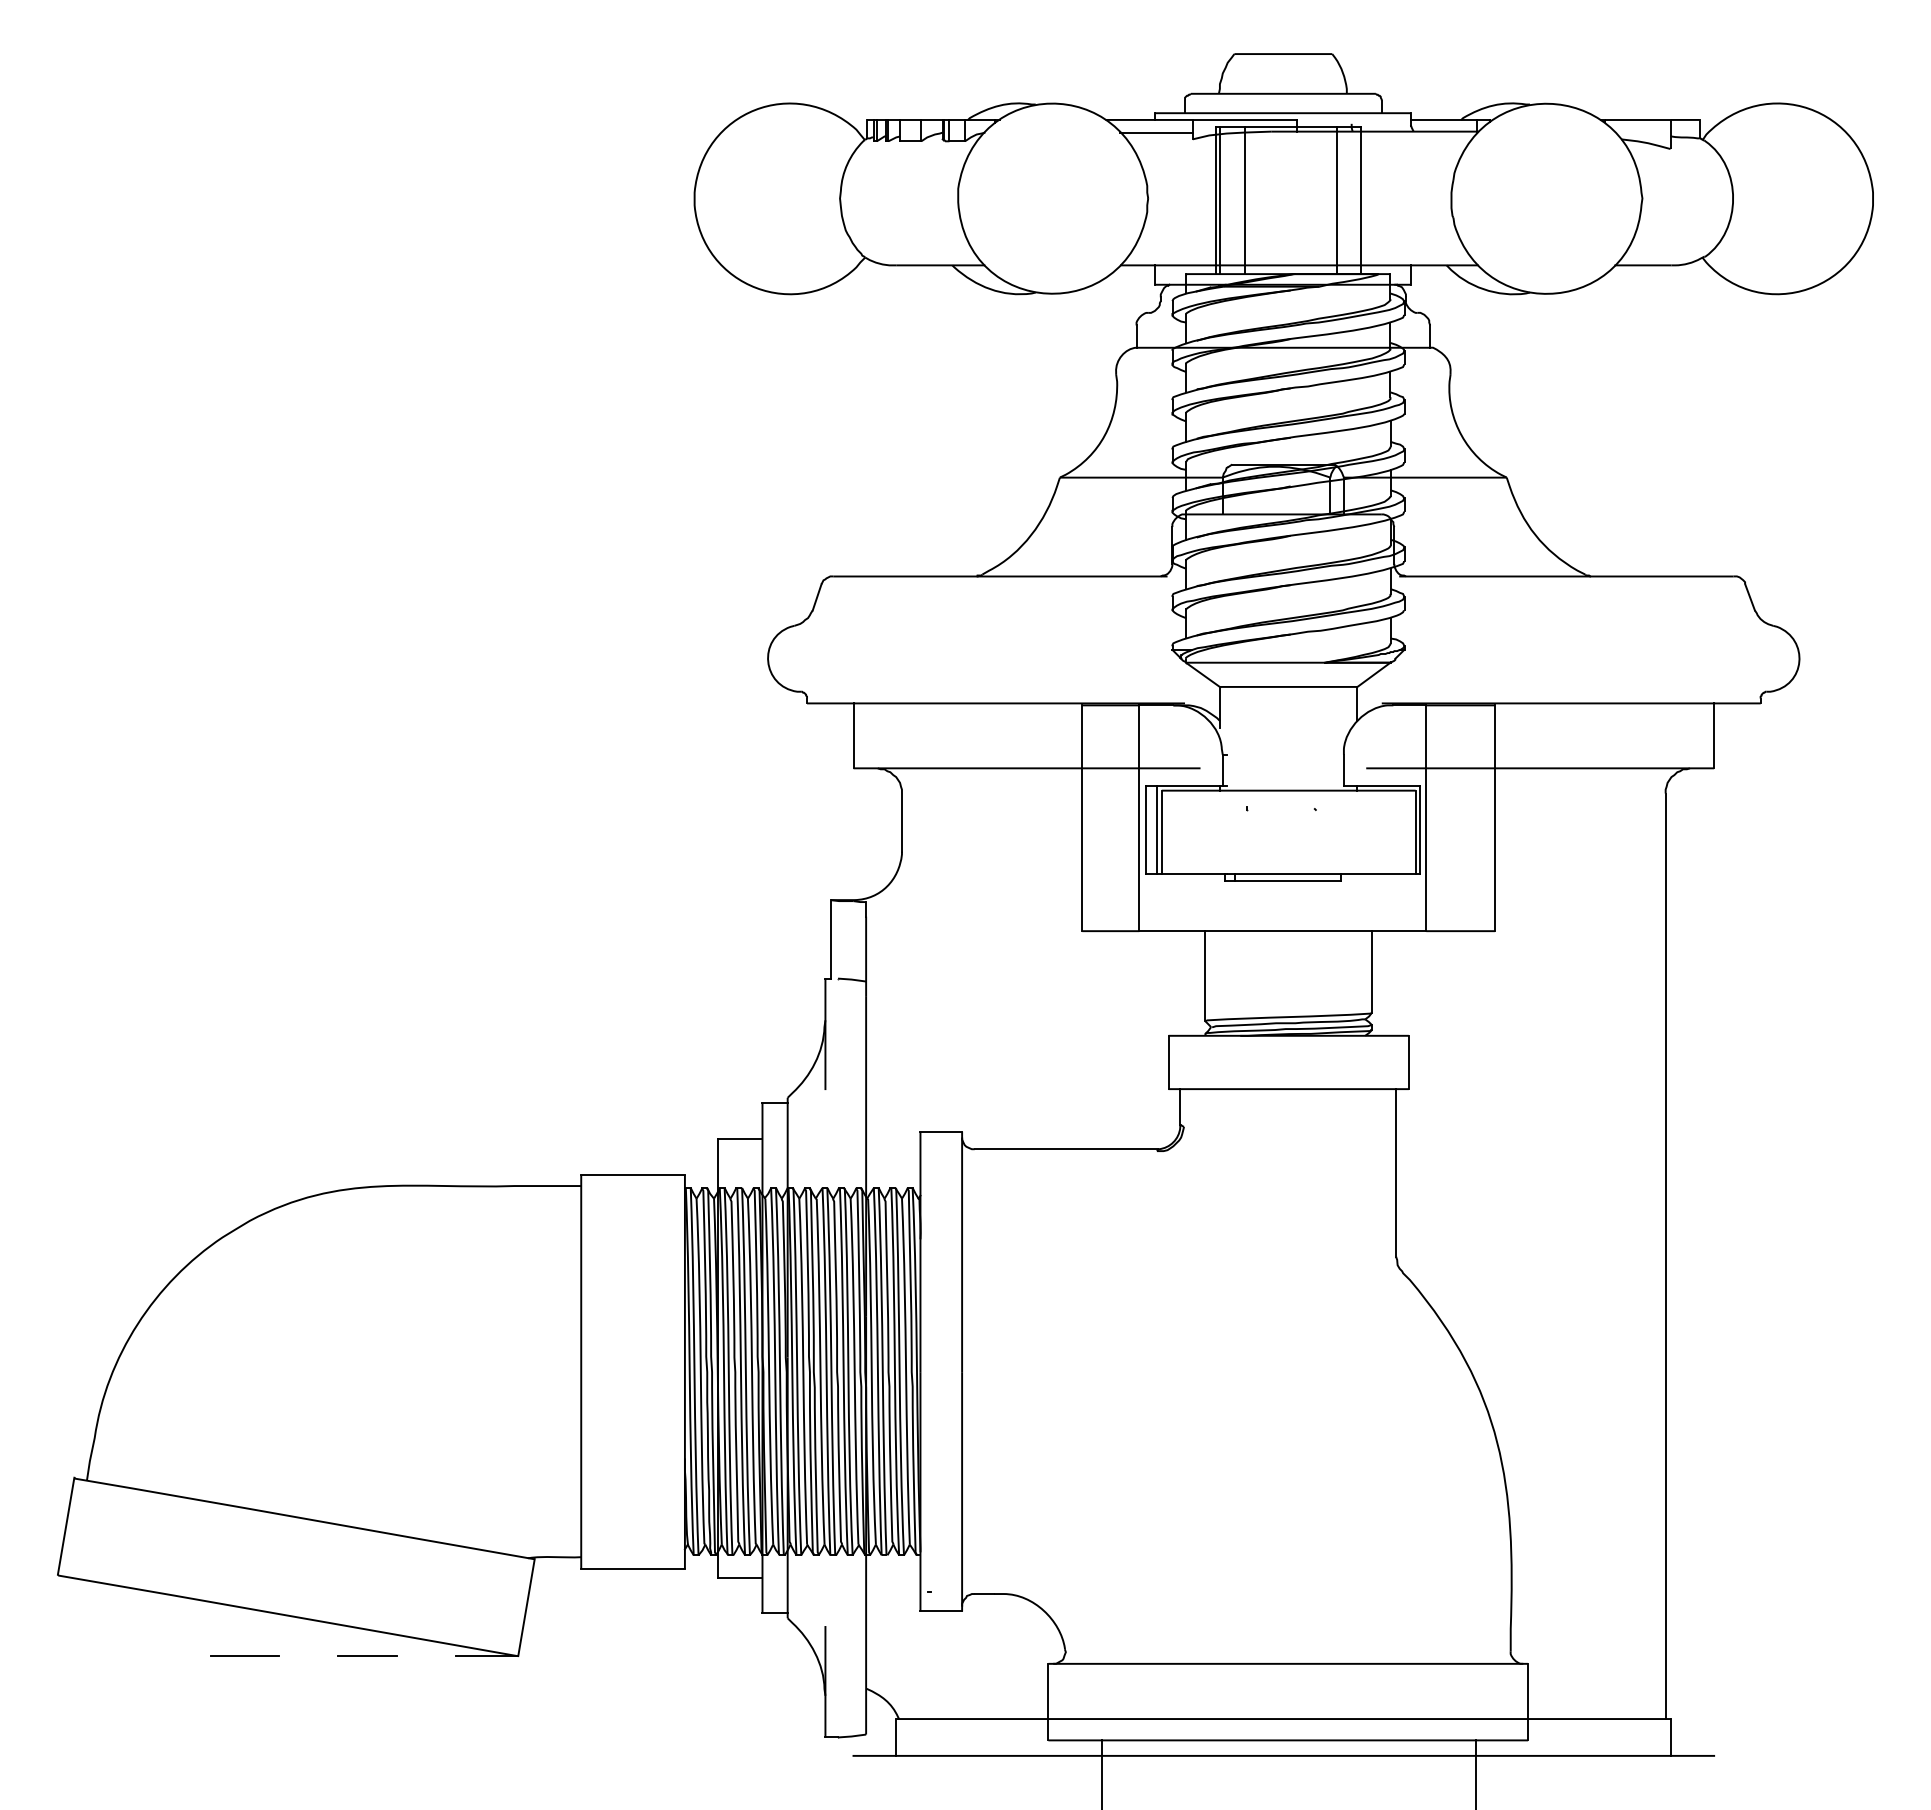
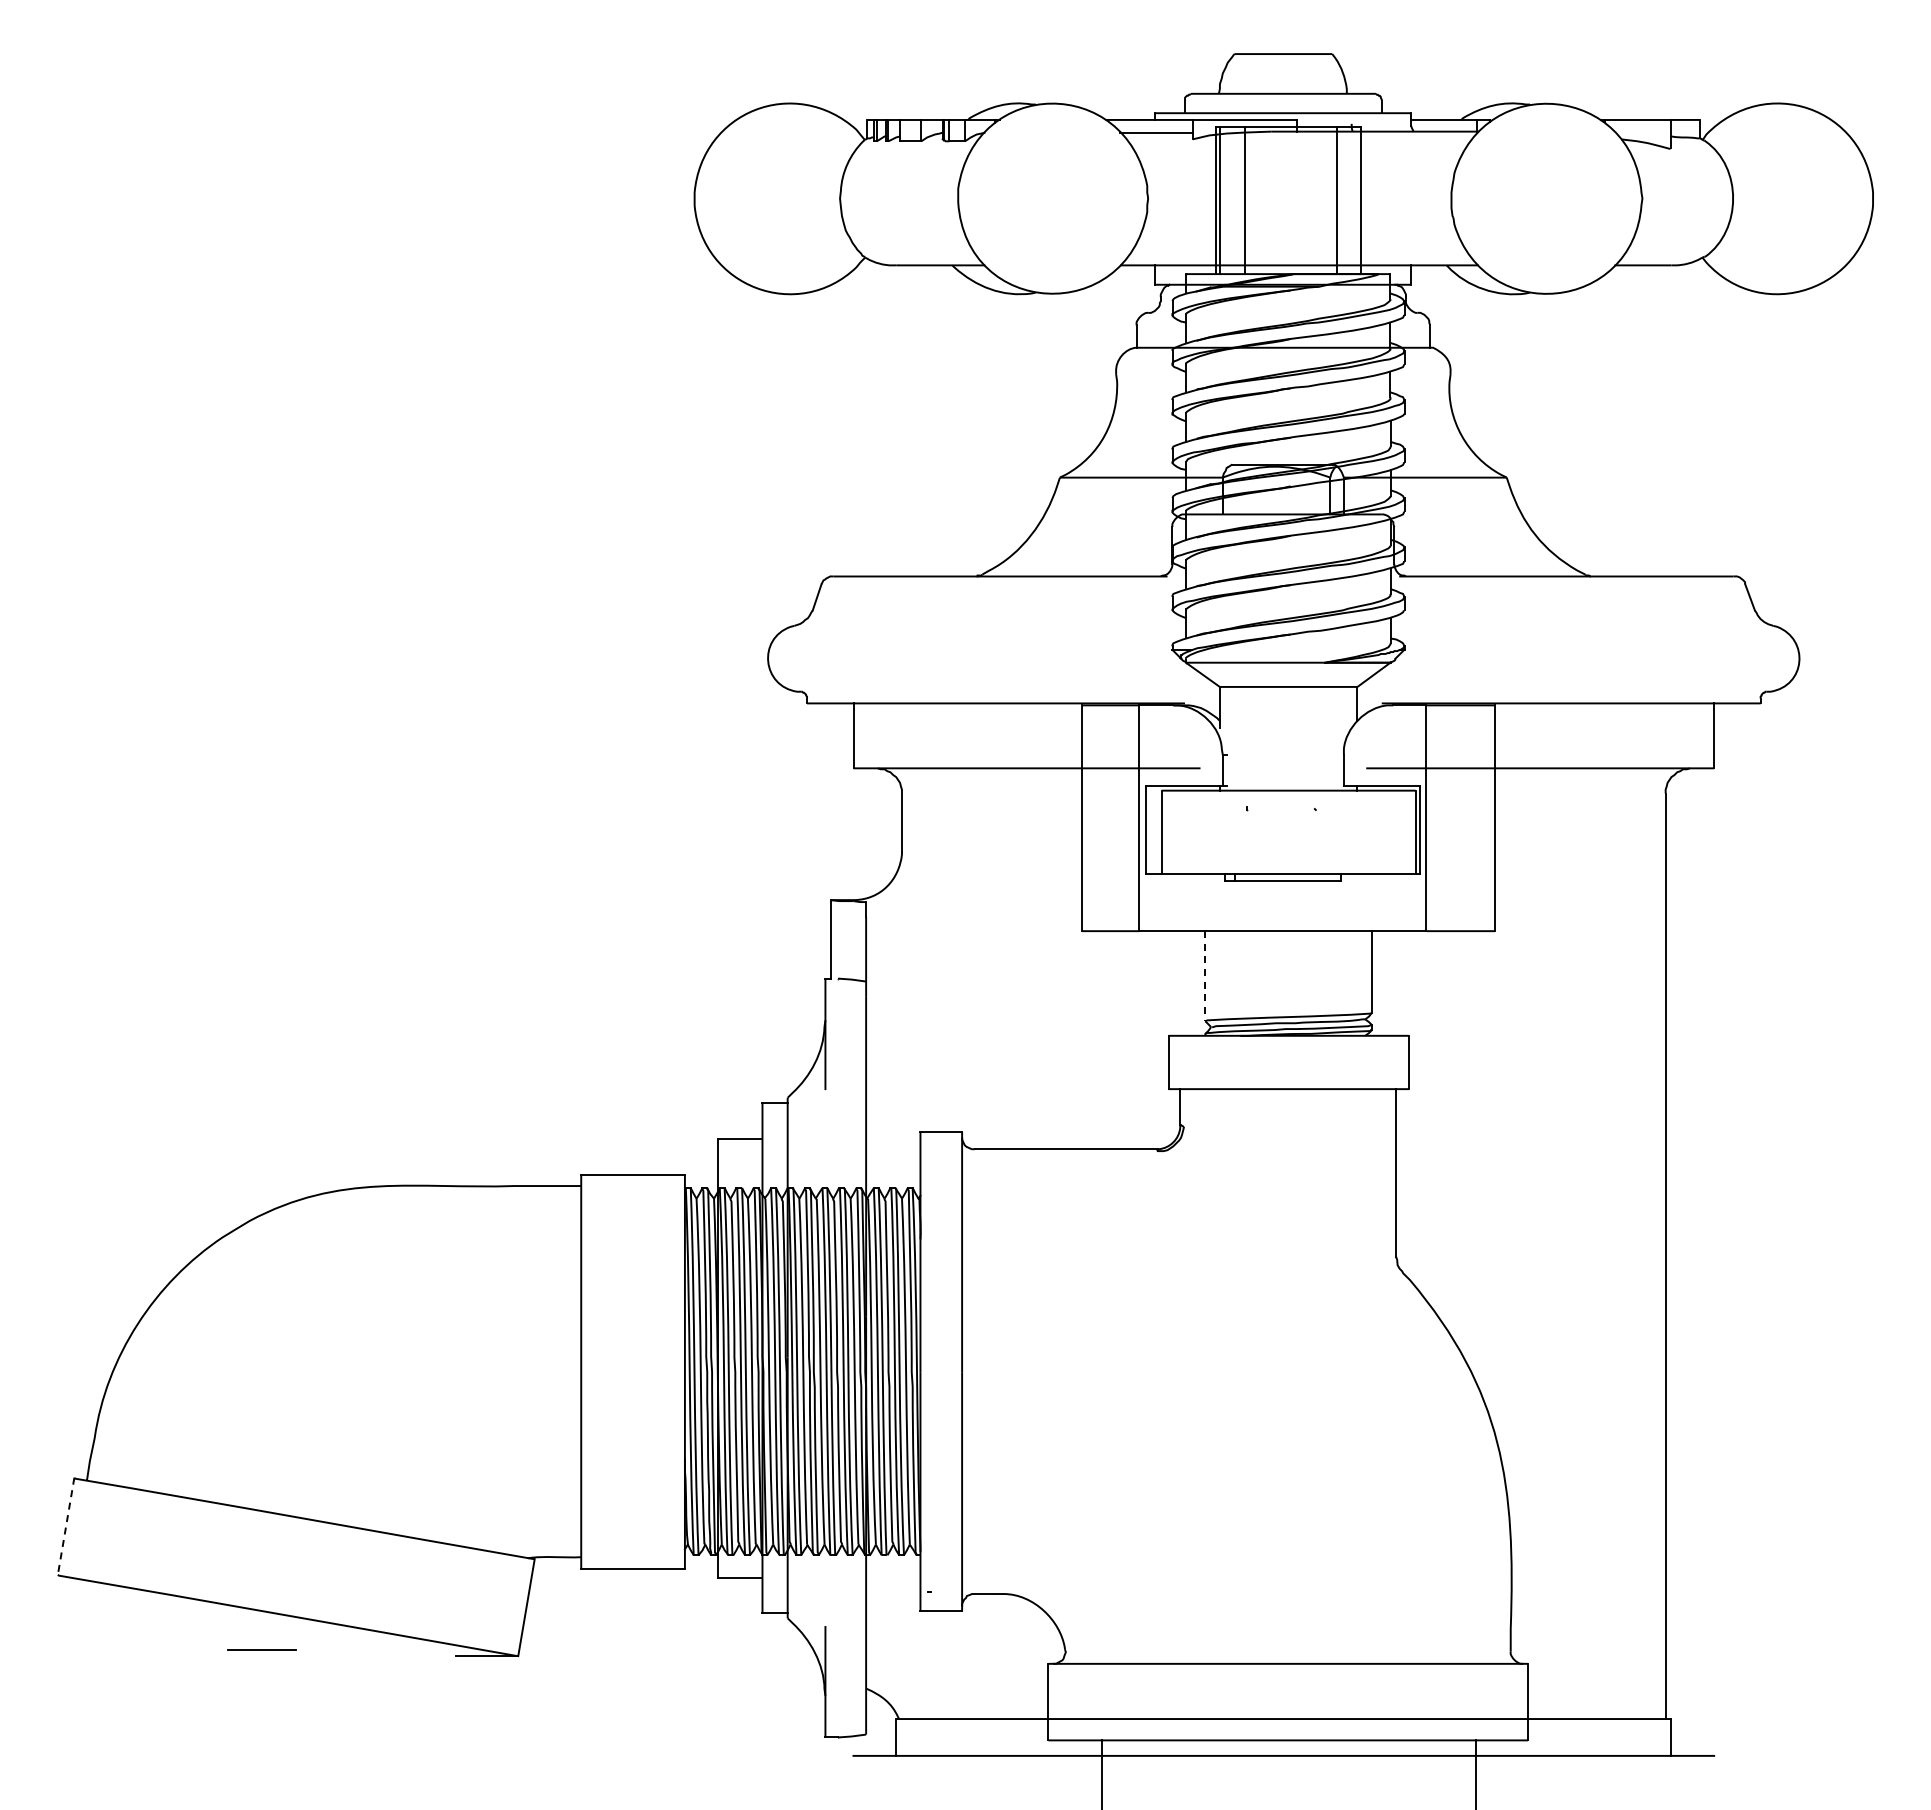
line at (1156, 829): present -> none
line at (1205, 976): solid -> dashed
line at (66, 1526): solid -> dashed
line at (244, 1655) position: (244, 1655) -> (261, 1649)
line at (367, 1655): present -> none
